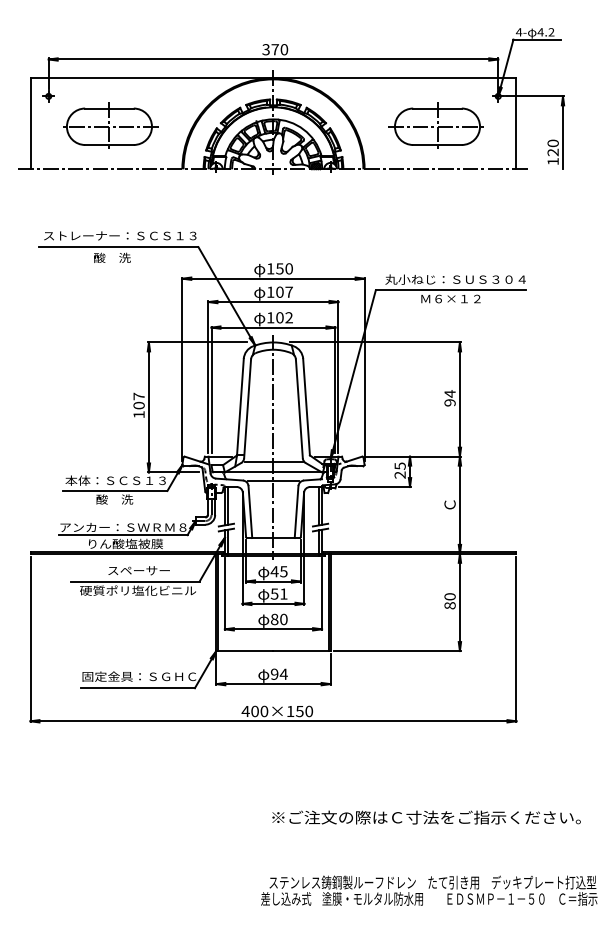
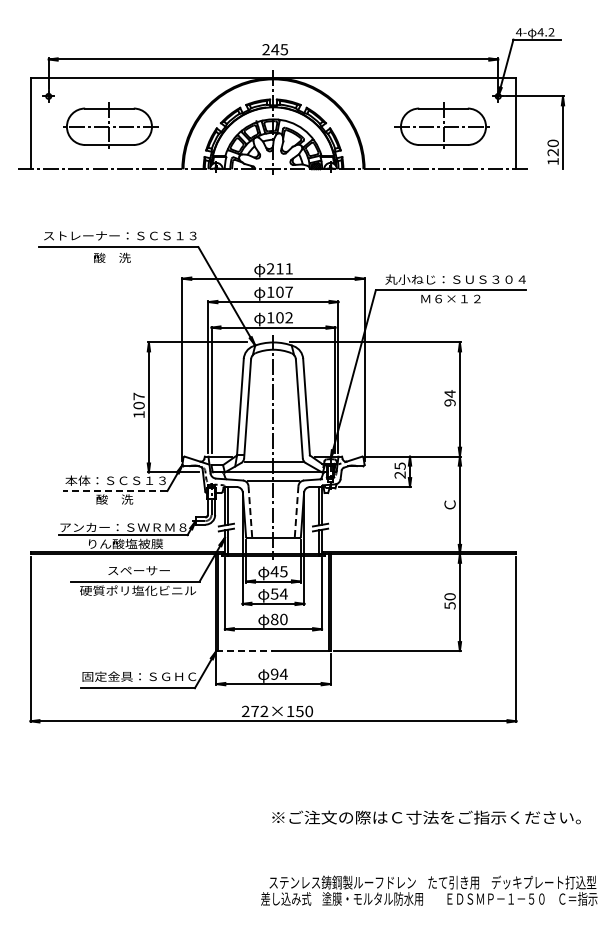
text at (275, 49): 370 -> 245
part at (435, 125) position: (435, 125) -> (441, 125)
text at (279, 268): 150 -> 211
line at (114, 490): solid -> dashed
line at (250, 512): solid -> dashed
line at (296, 512): solid -> dashed
text at (283, 593): 51 -> 54
text at (449, 605): 80 -> 50
line at (244, 651): solid -> dashed
text at (254, 711): 400×150 -> 272×150
